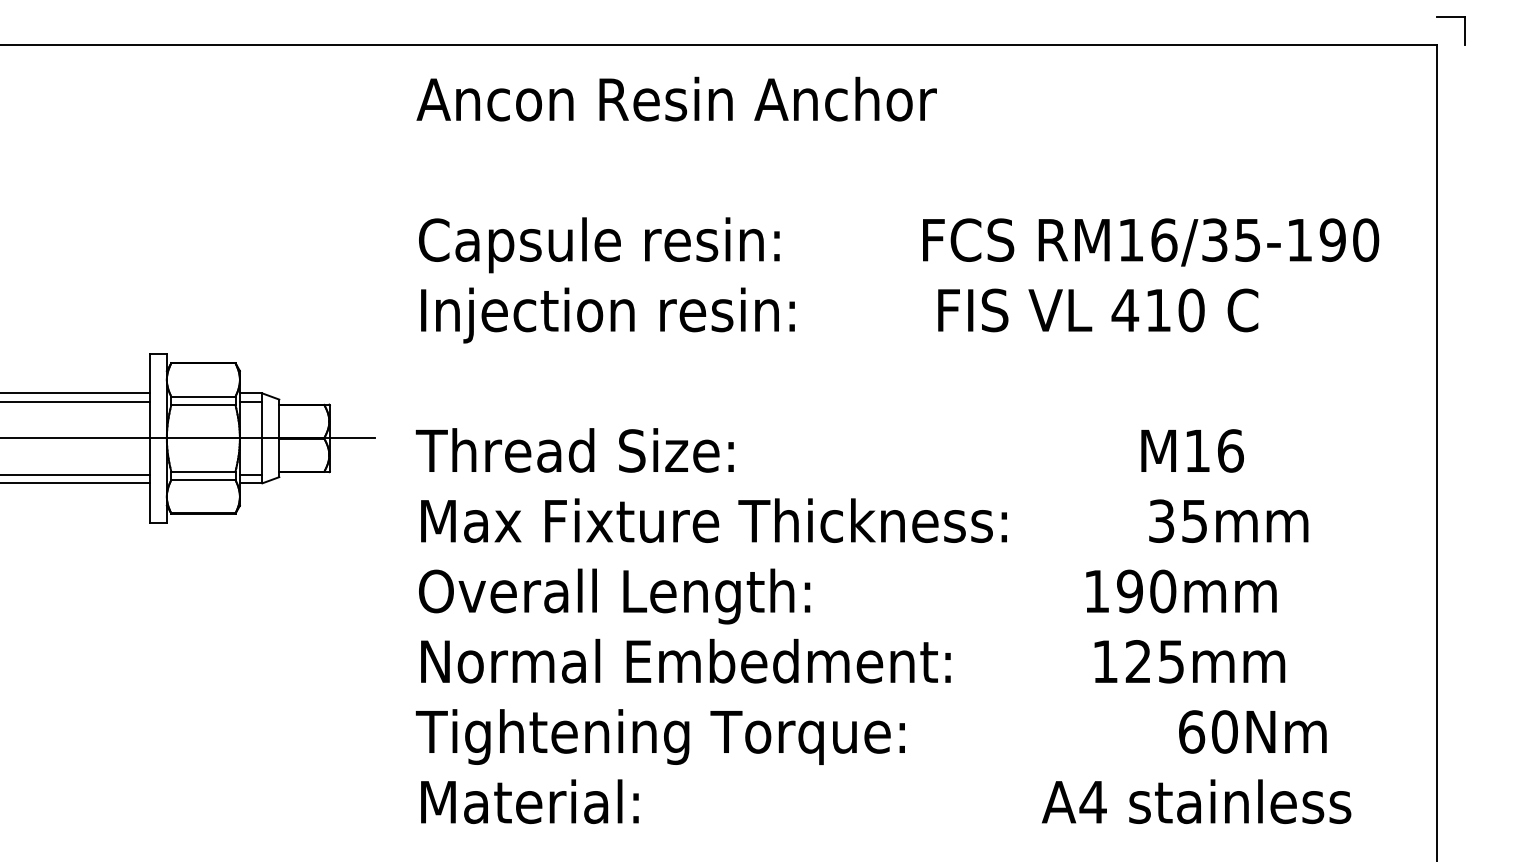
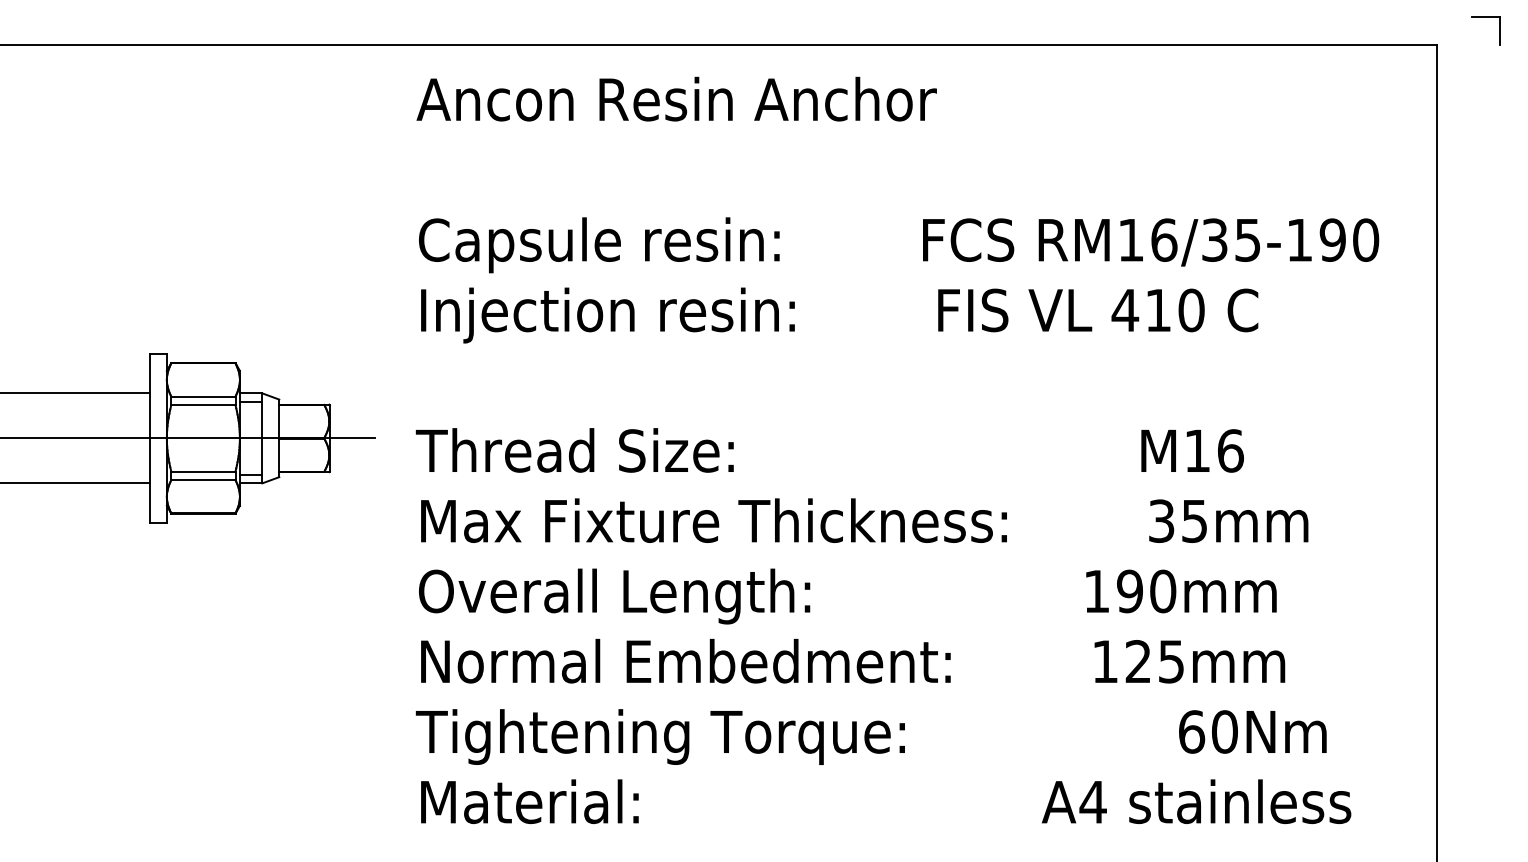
part at (1450, 17) position: (1450, 17) -> (1485, 17)
line at (76, 401): present -> none
line at (76, 475): present -> none
